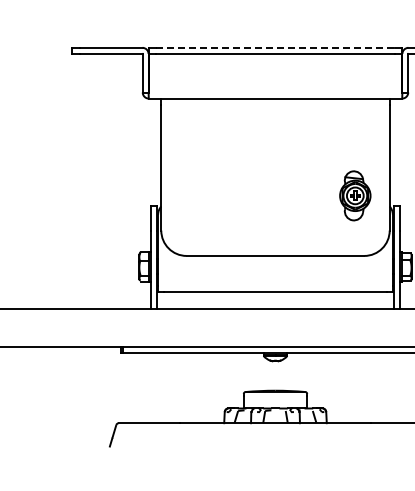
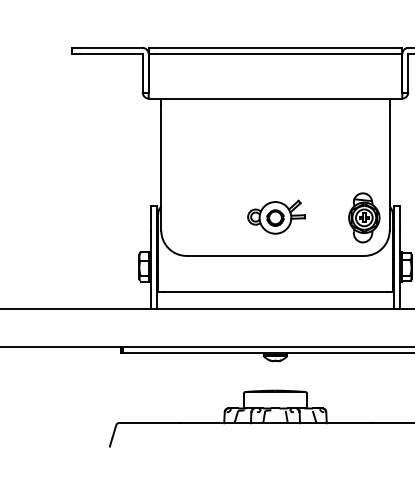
line at (275, 47): dashed -> solid
part at (355, 195) position: (355, 195) -> (364, 217)
part at (276, 216): none -> present
